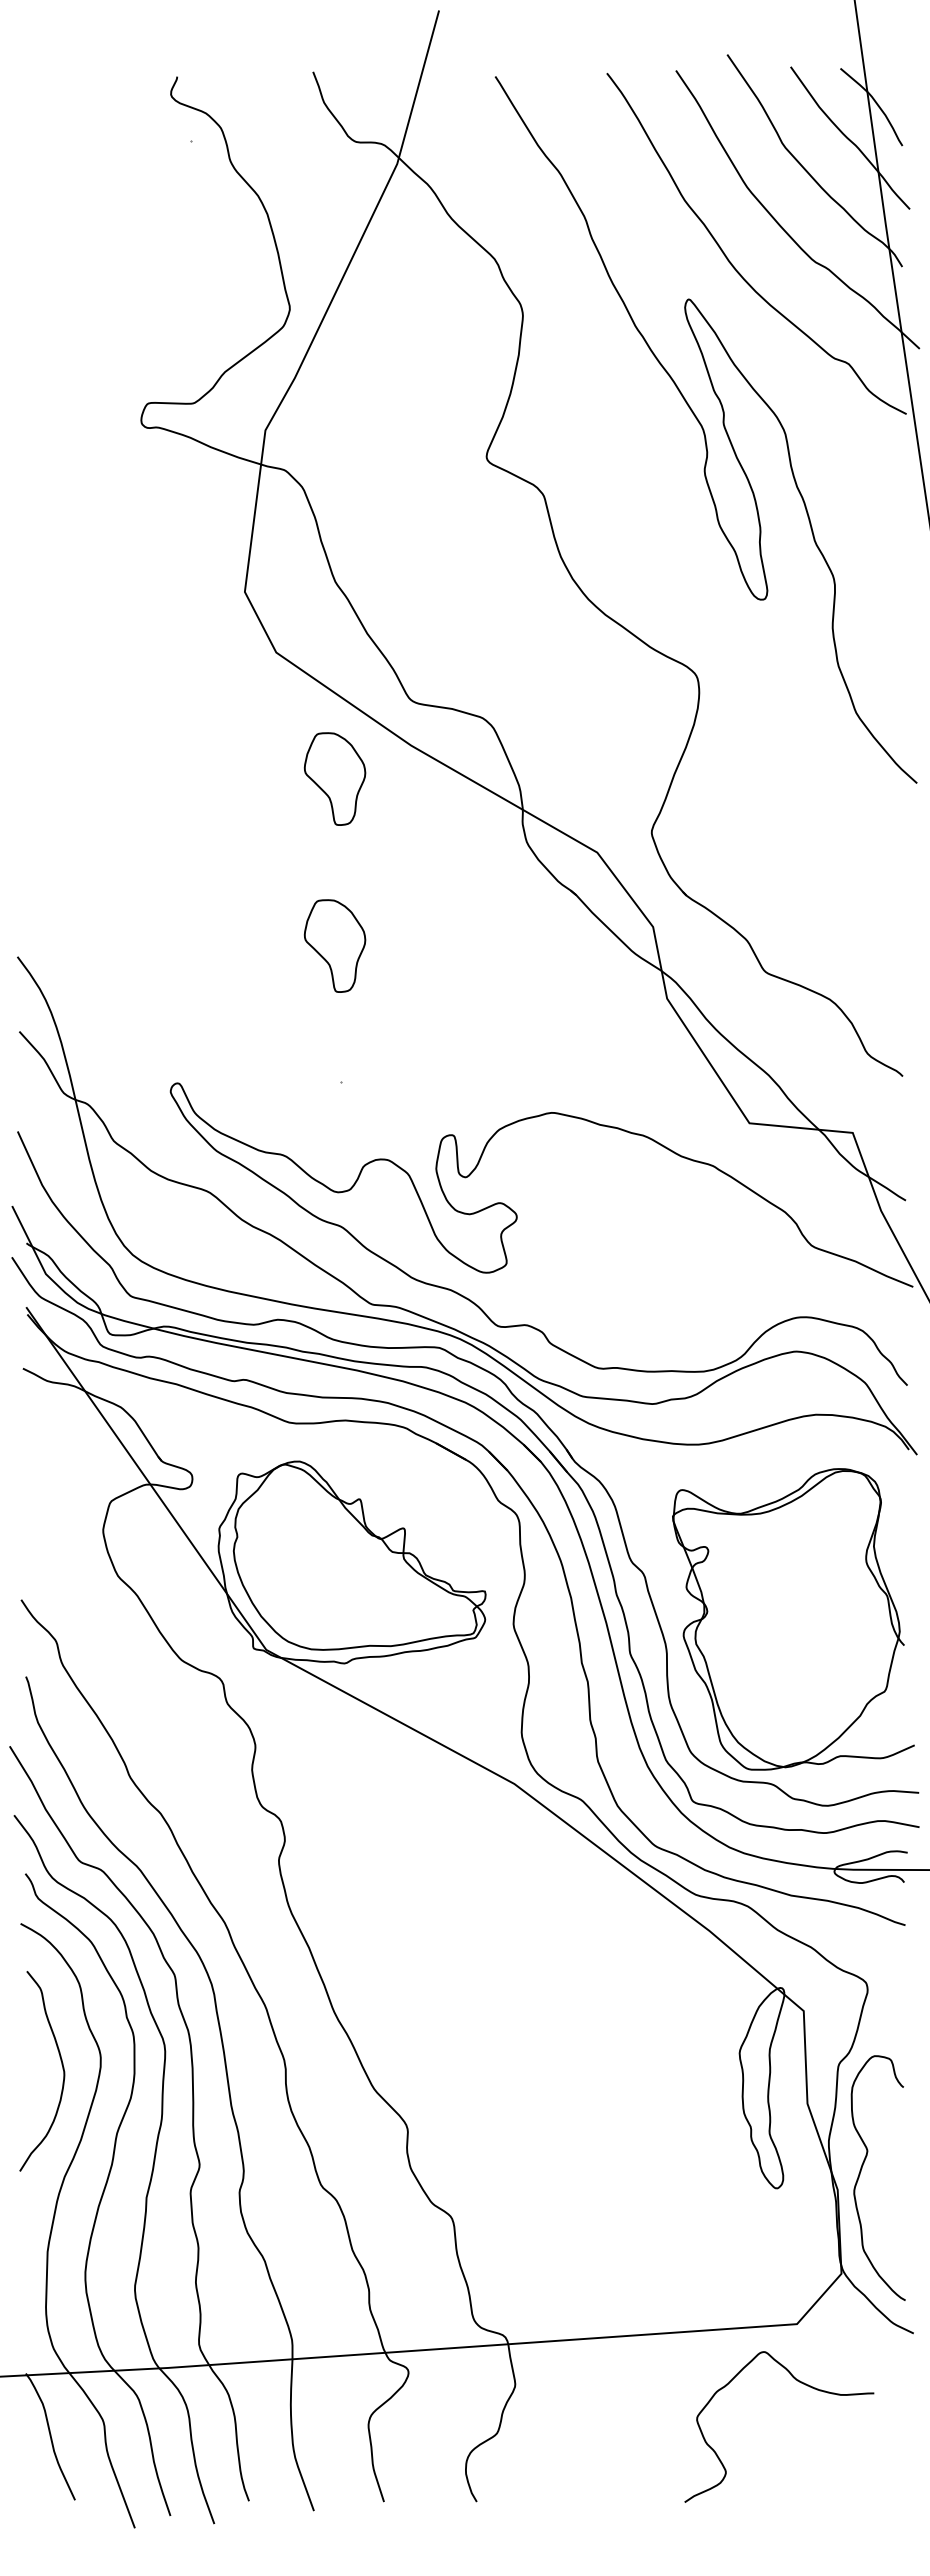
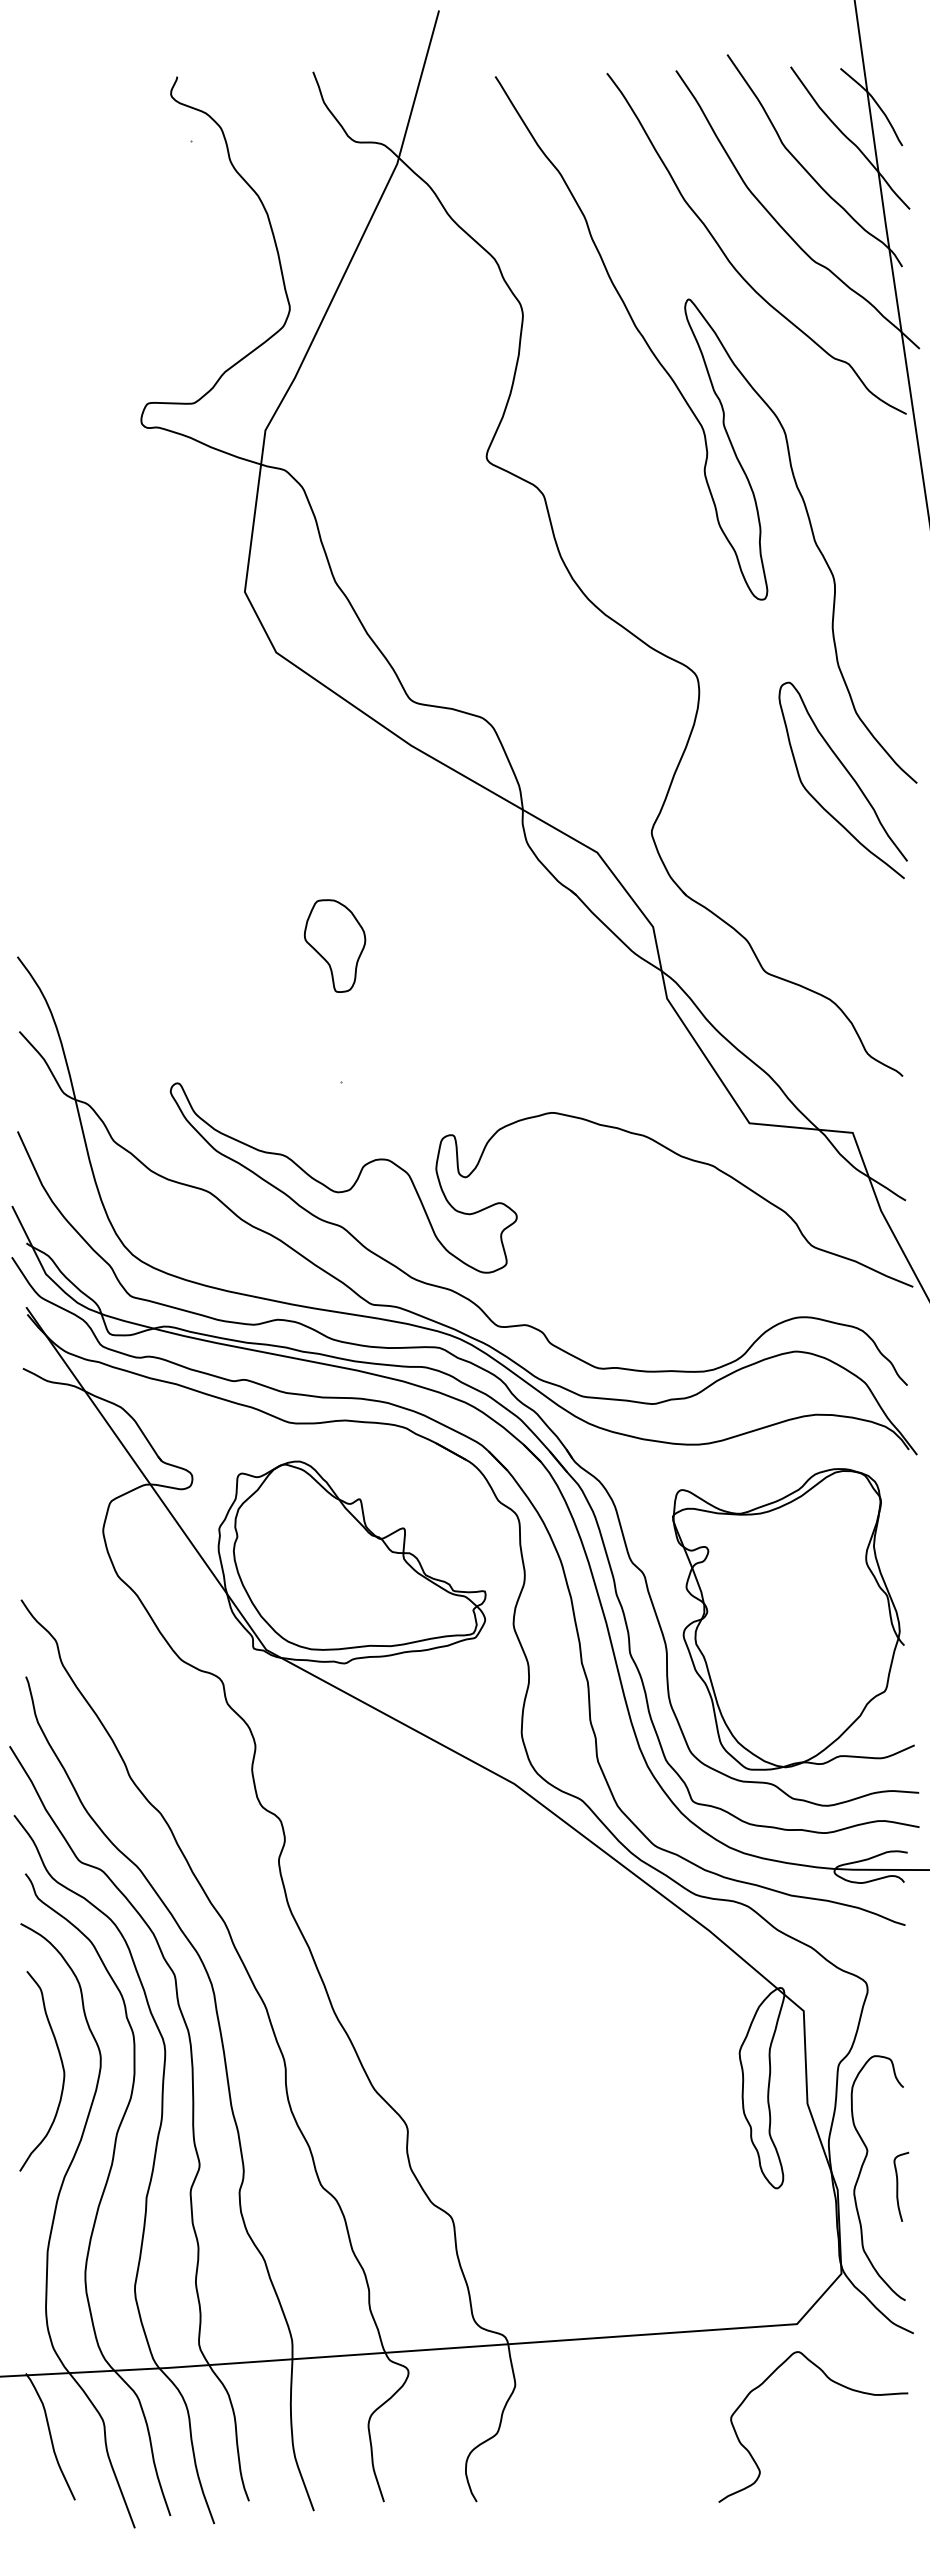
curve at (848, 774): none -> present
part at (334, 778): present -> none
curve at (898, 2186): none -> present
curve at (801, 2383) position: (801, 2383) -> (835, 2383)
